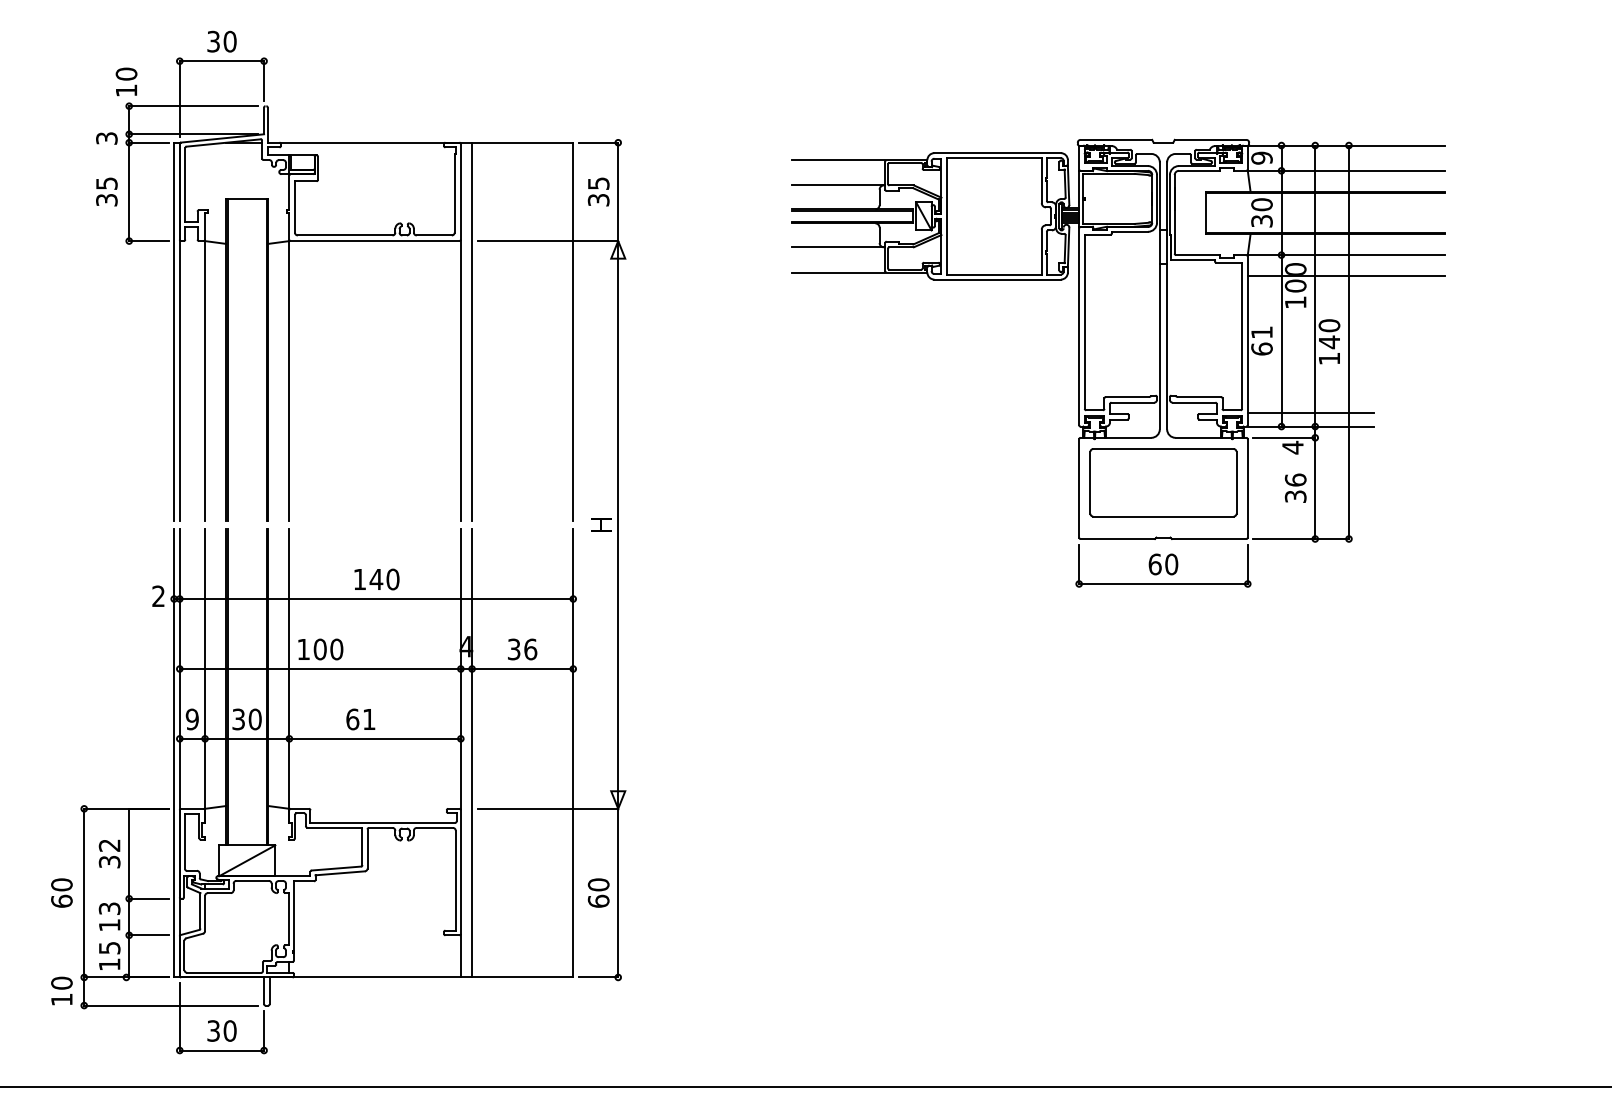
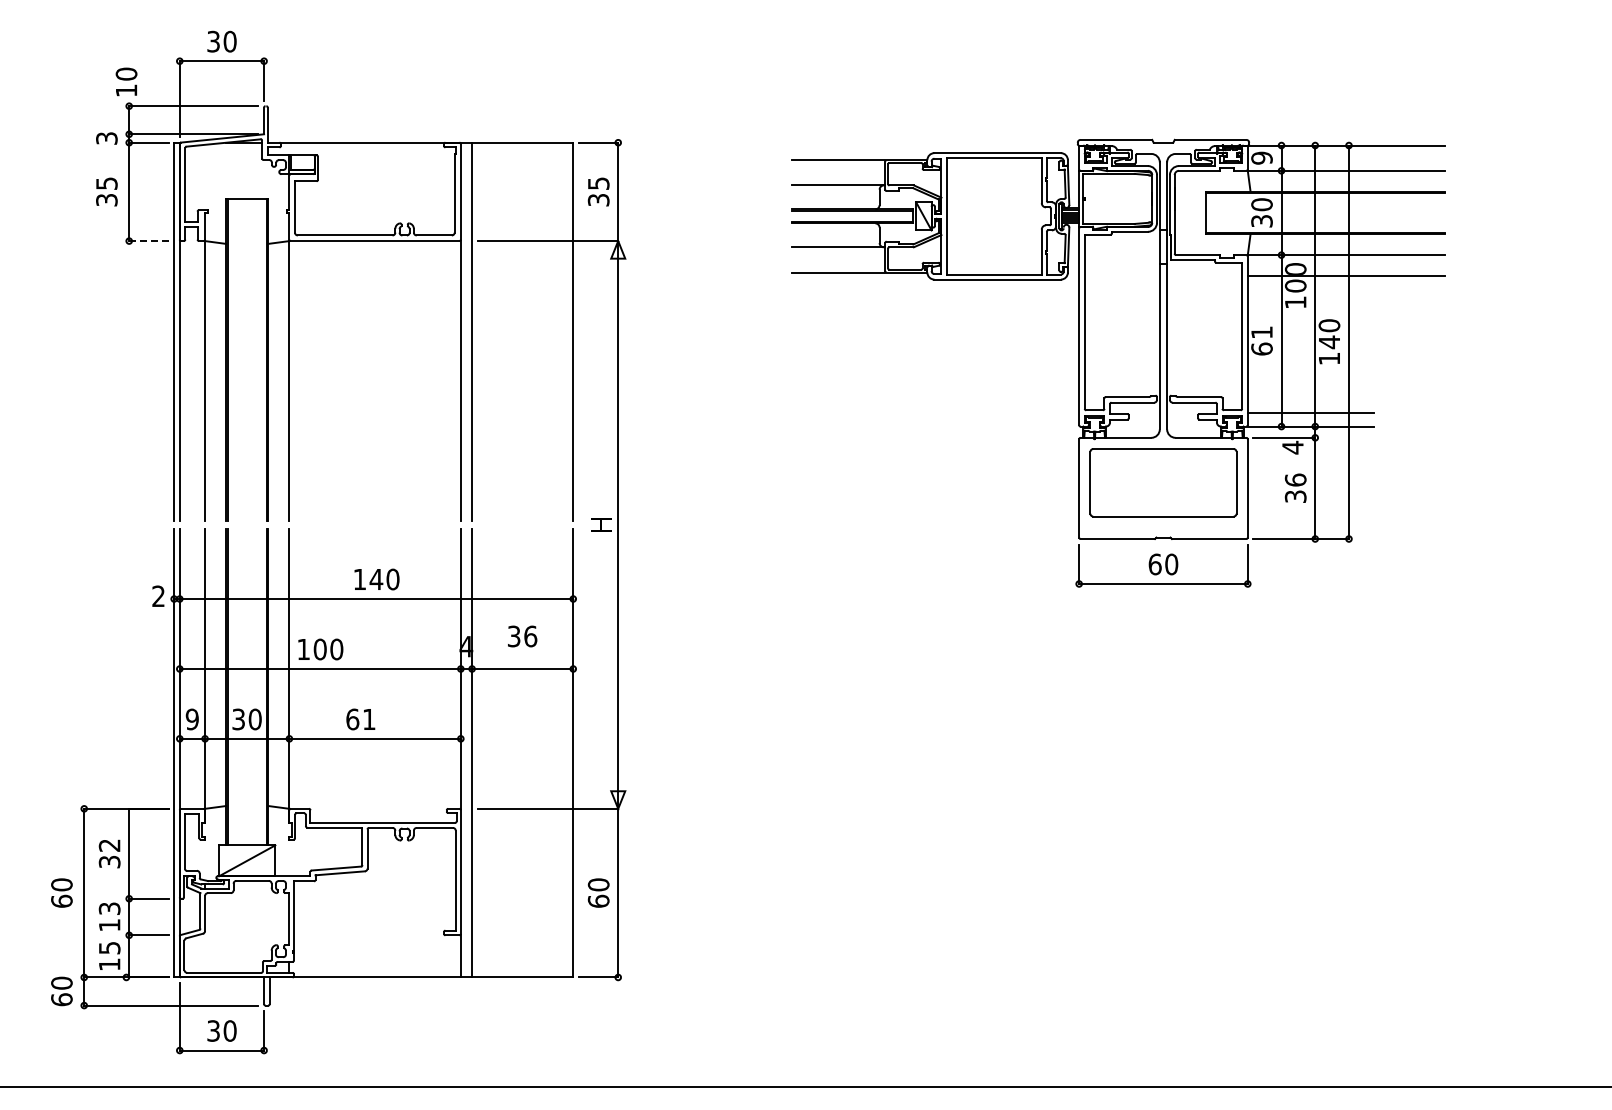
line at (148, 241): solid -> dashed
text at (522, 649) position: (522, 649) -> (522, 636)
text at (61, 999): 10 -> 60
